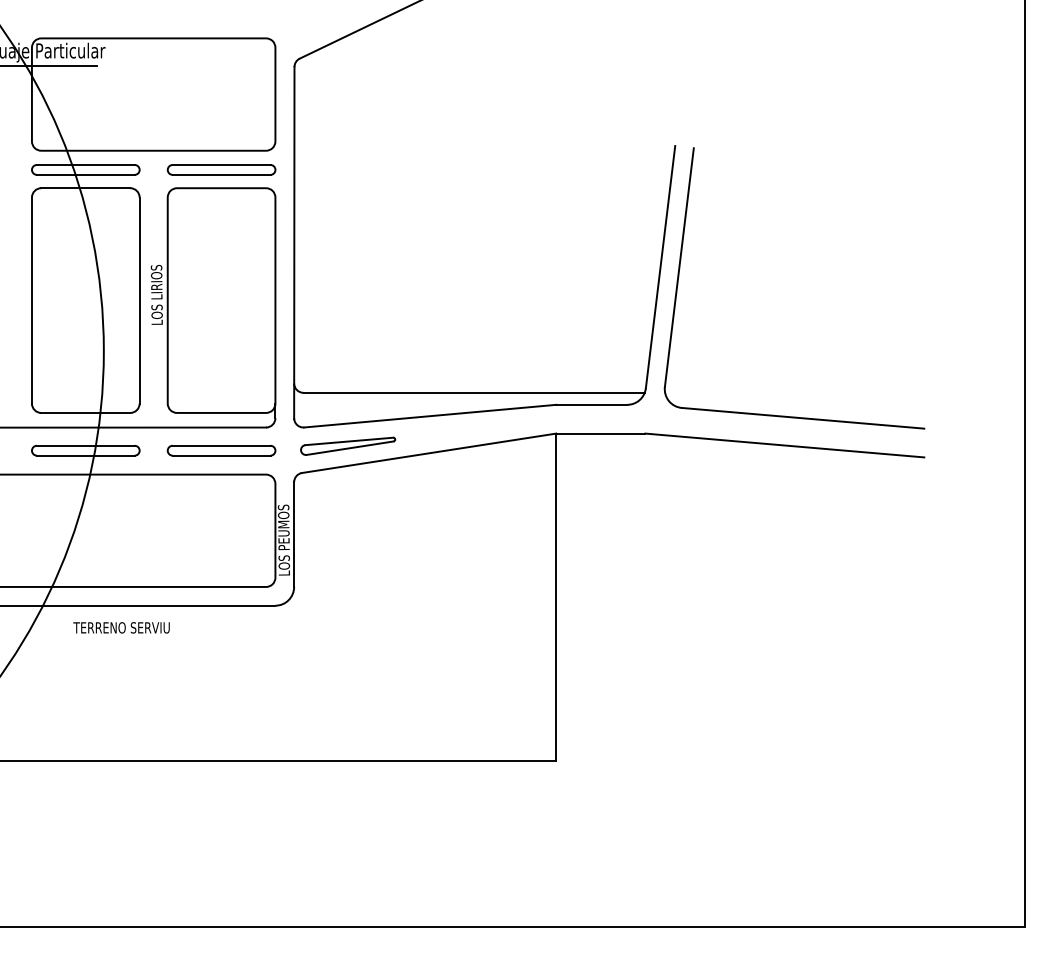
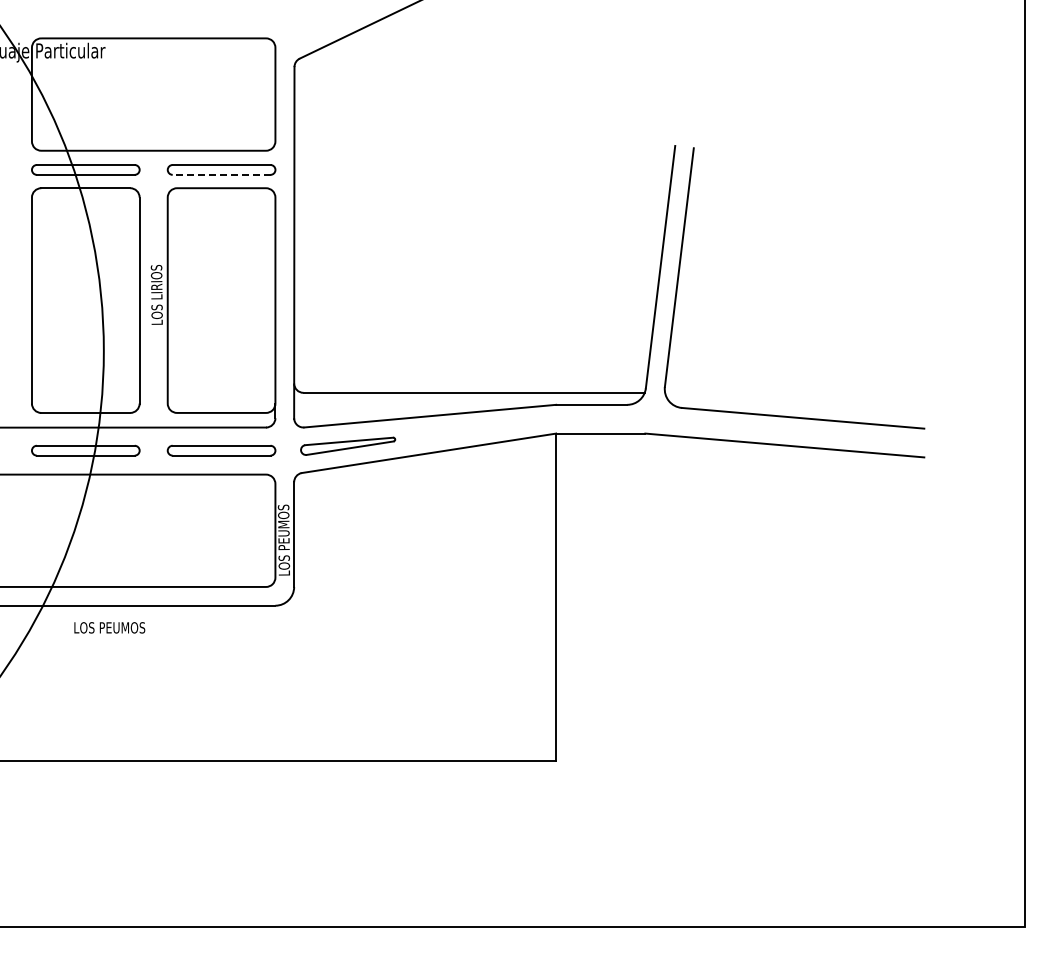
line at (49, 65): present -> none
line at (221, 174): solid -> dashed
text at (121, 627): TERRENO SERVIU -> LOS PEUMOS
